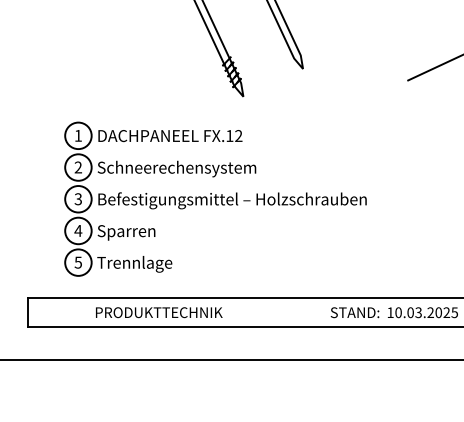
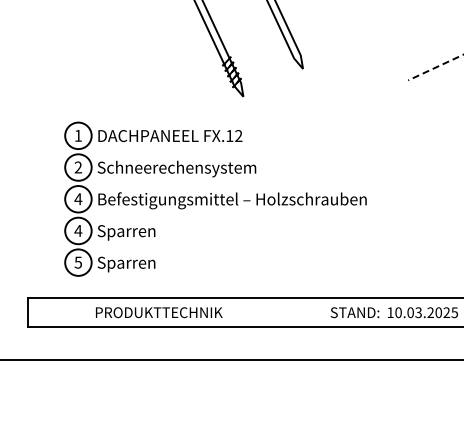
line at (435, 67): solid -> dashed
text at (78, 199): 3 -> 4
text at (134, 264): Trennlage -> Sparren
